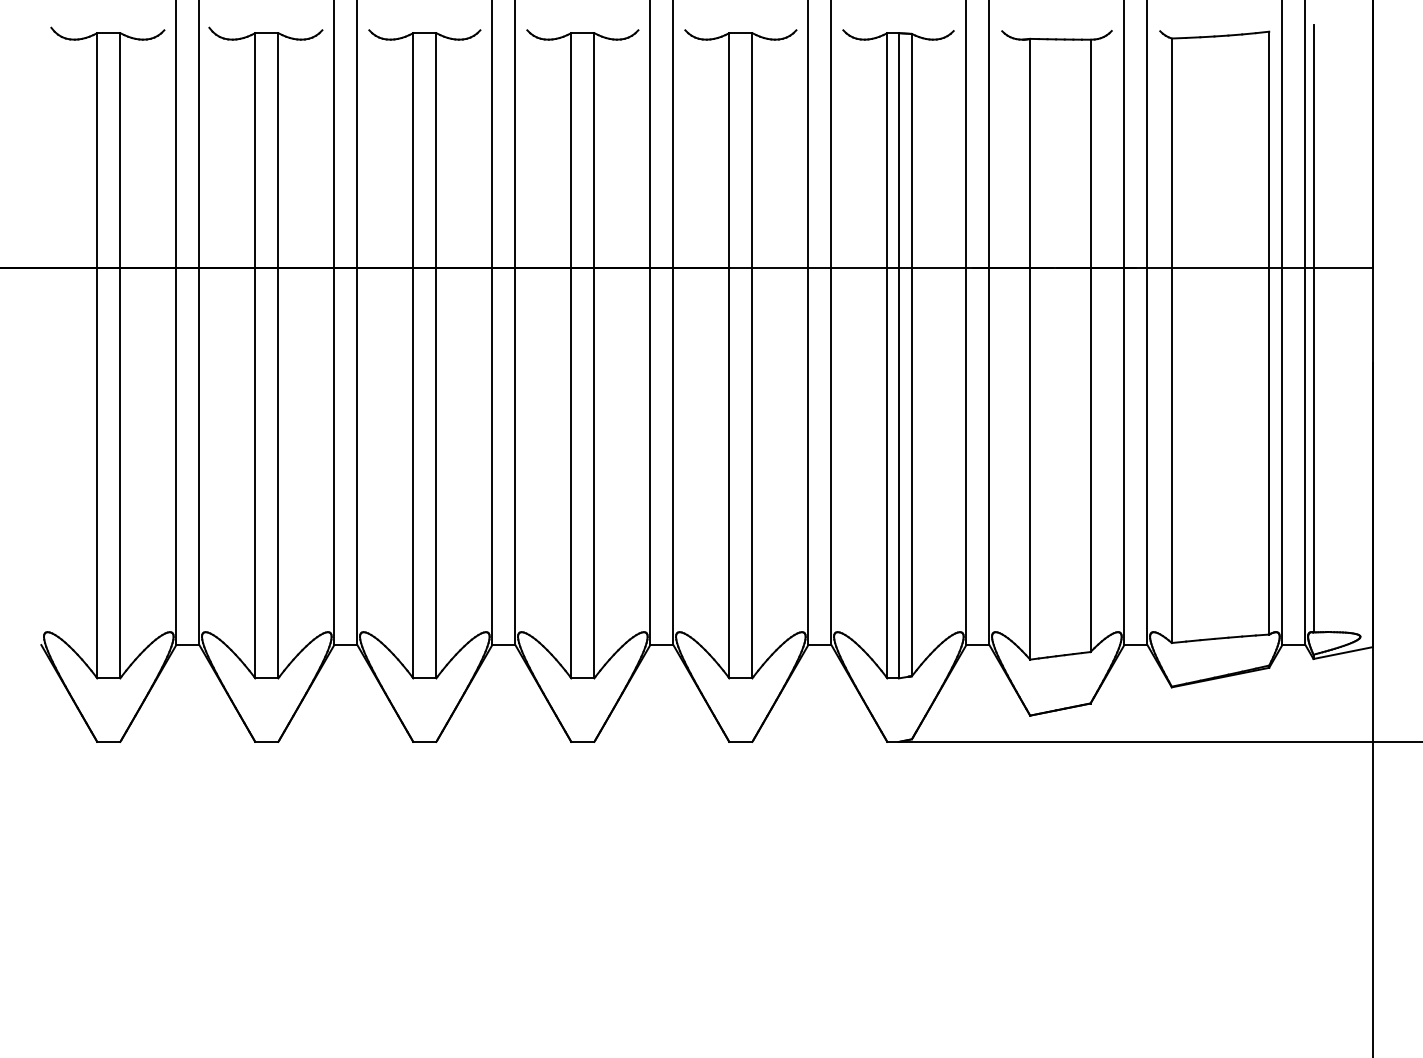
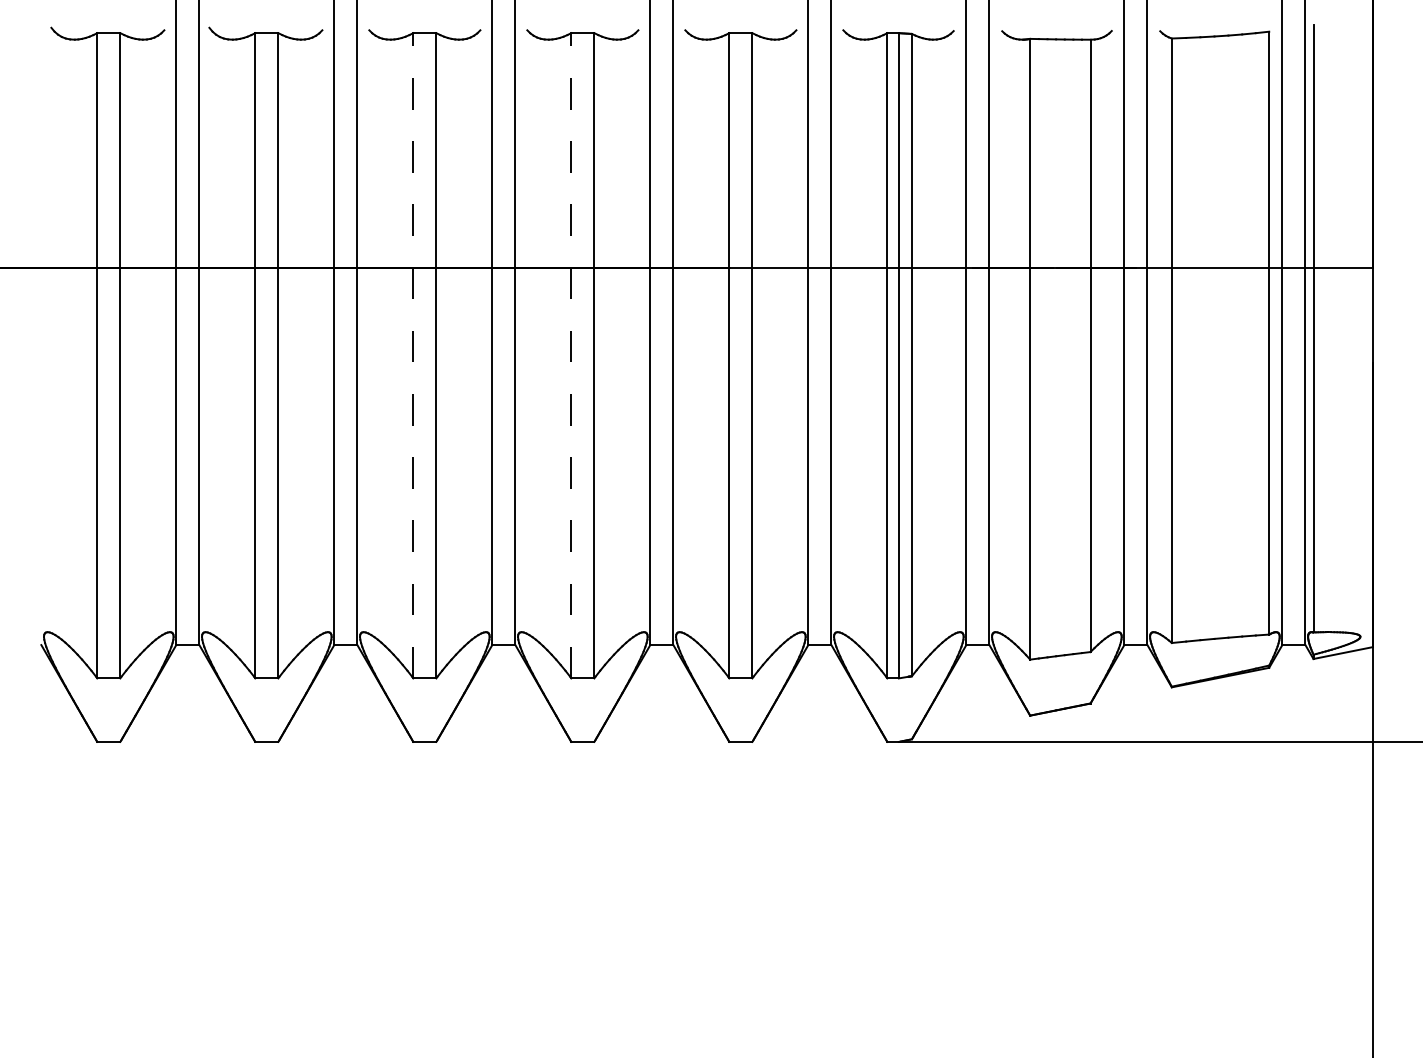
line at (413, 355): solid -> dashed
line at (571, 355): solid -> dashed
